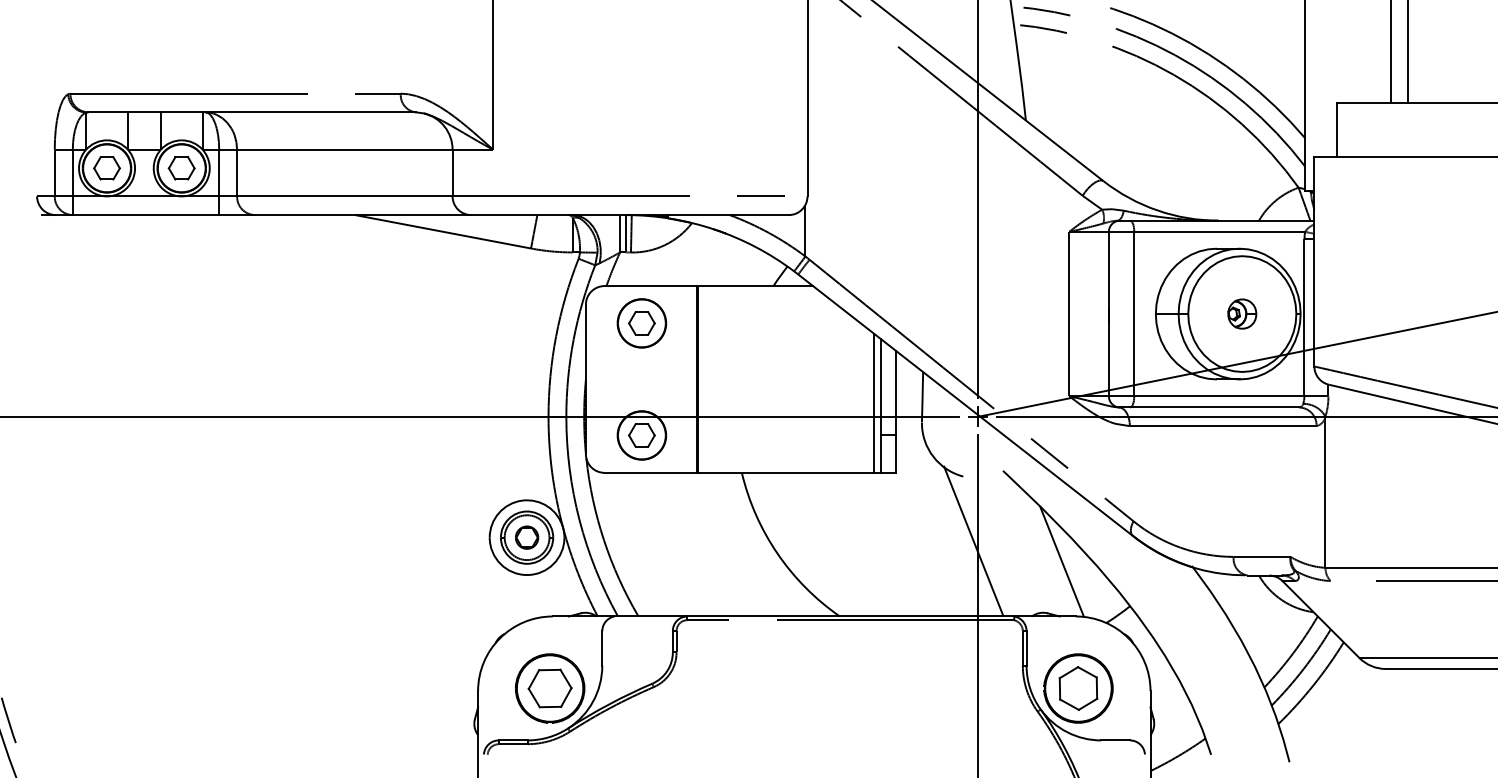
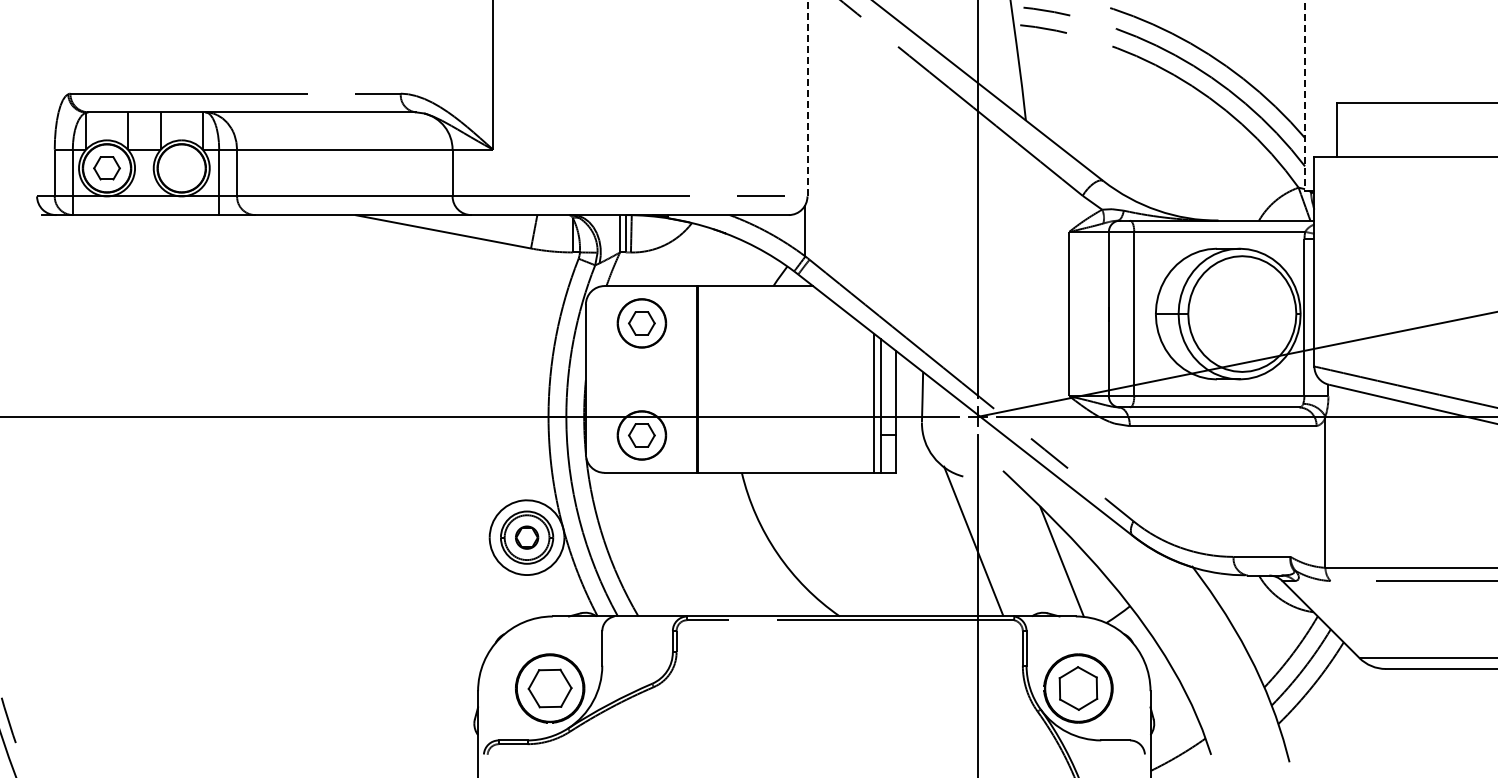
line at (1391, 52): present -> none
line at (1407, 52): present -> none
line at (1305, 95): solid -> dashed
line at (807, 97): solid -> dashed
part at (181, 168): present -> none
part at (1242, 313): present -> none
